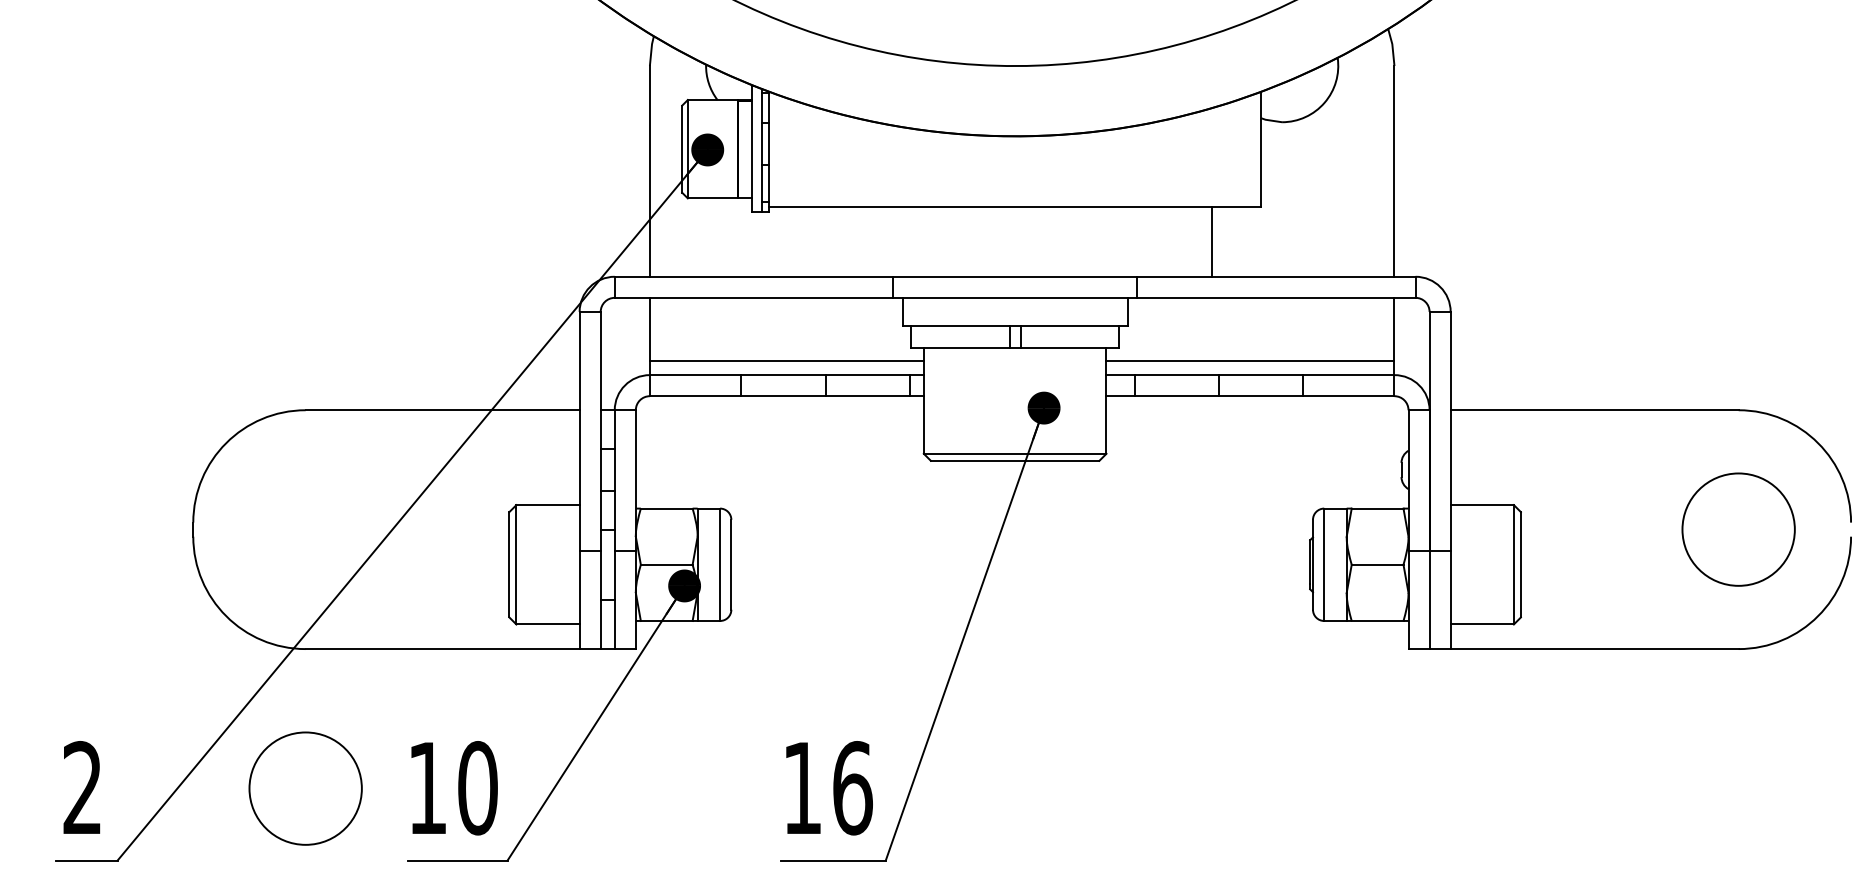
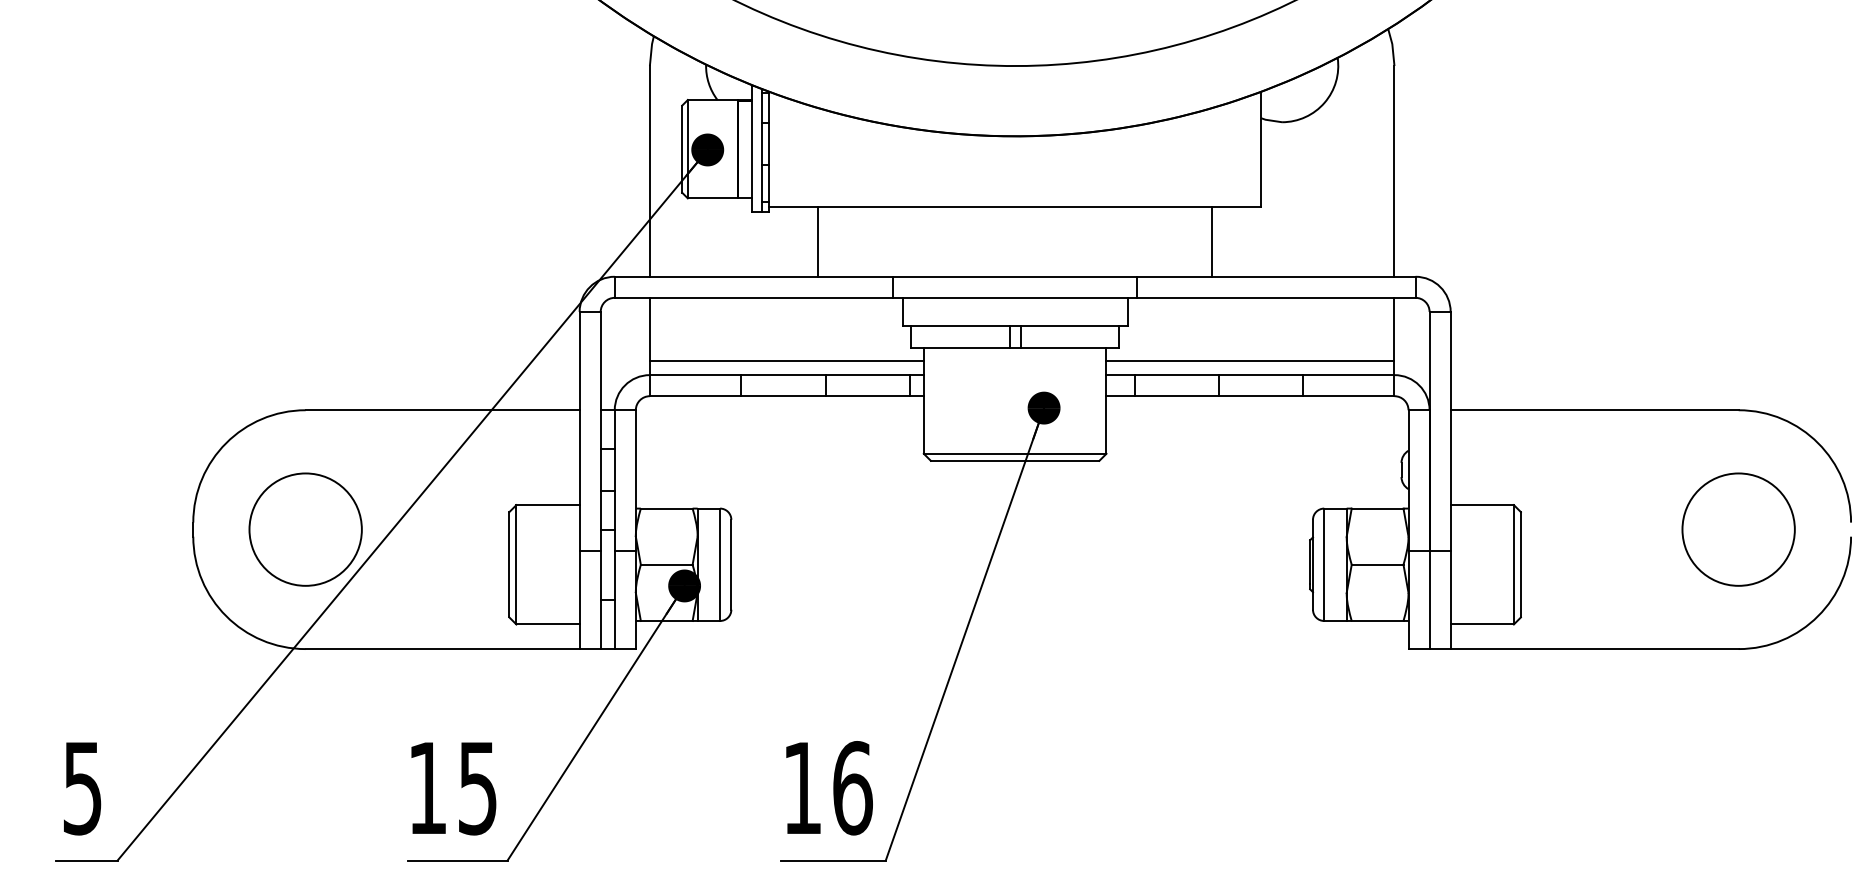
line at (818, 241): none -> present
text at (82, 788): 2 -> 5
circle at (305, 788) position: (305, 788) -> (305, 529)
text at (477, 788): 10 -> 15
